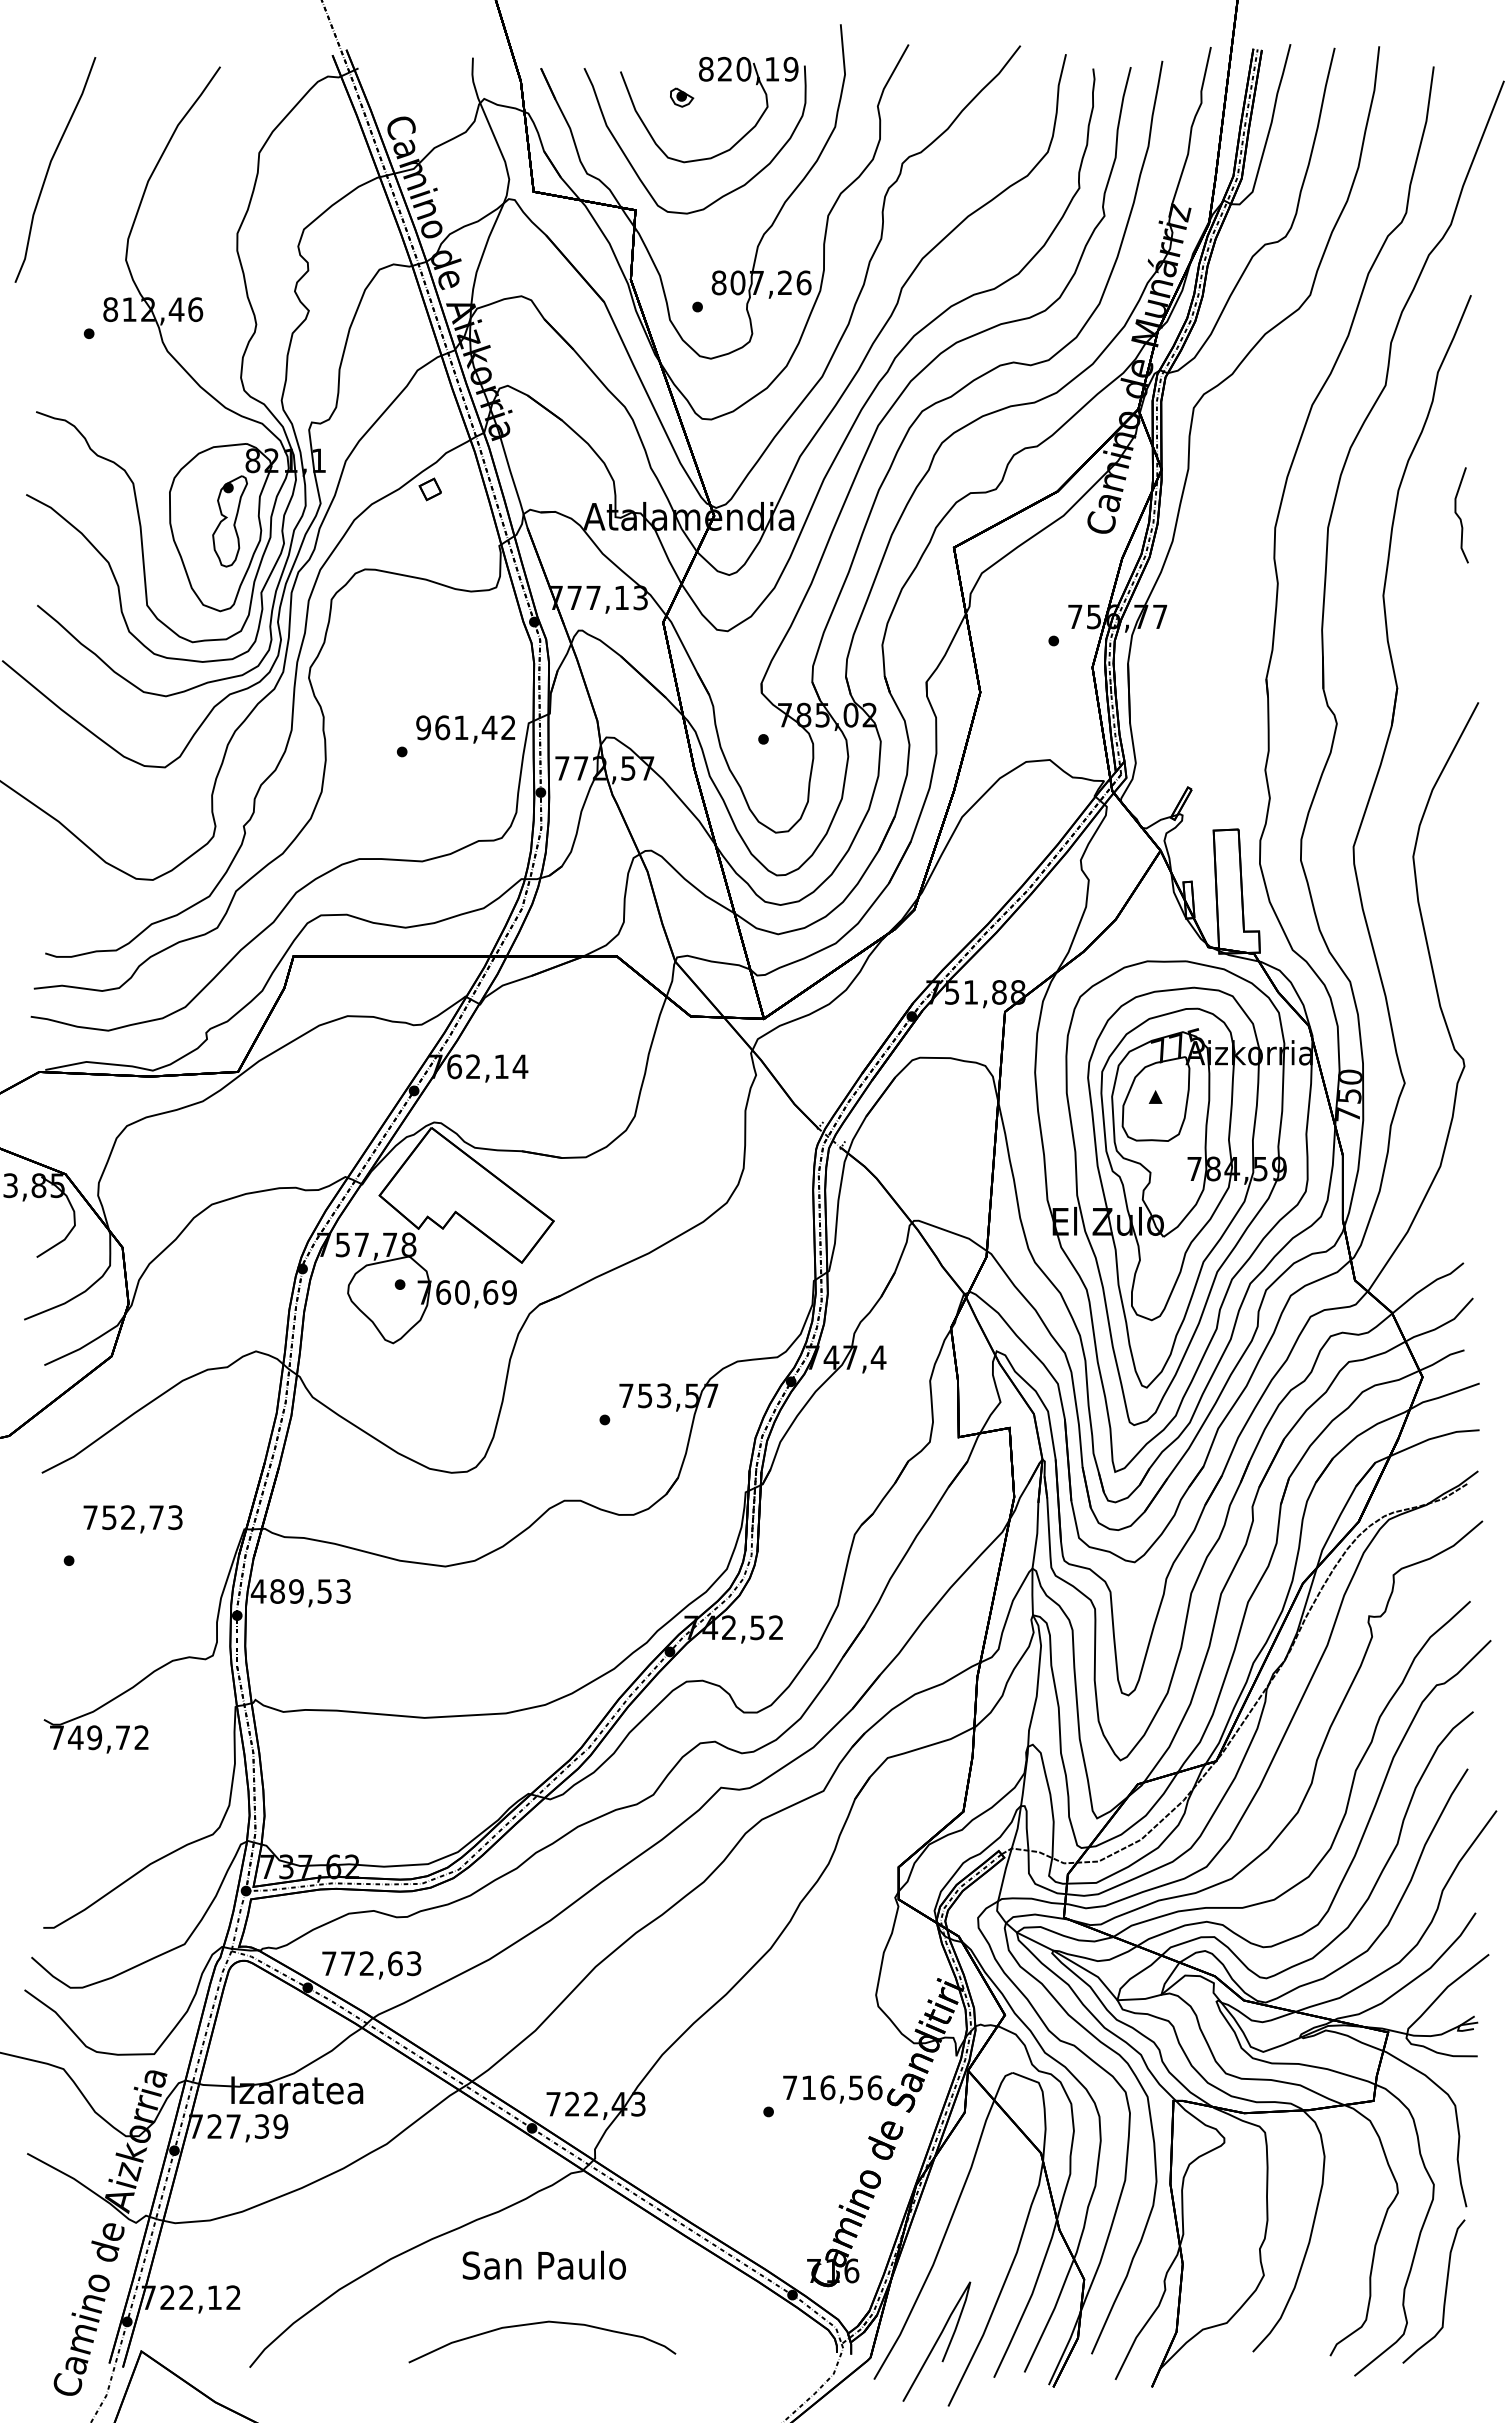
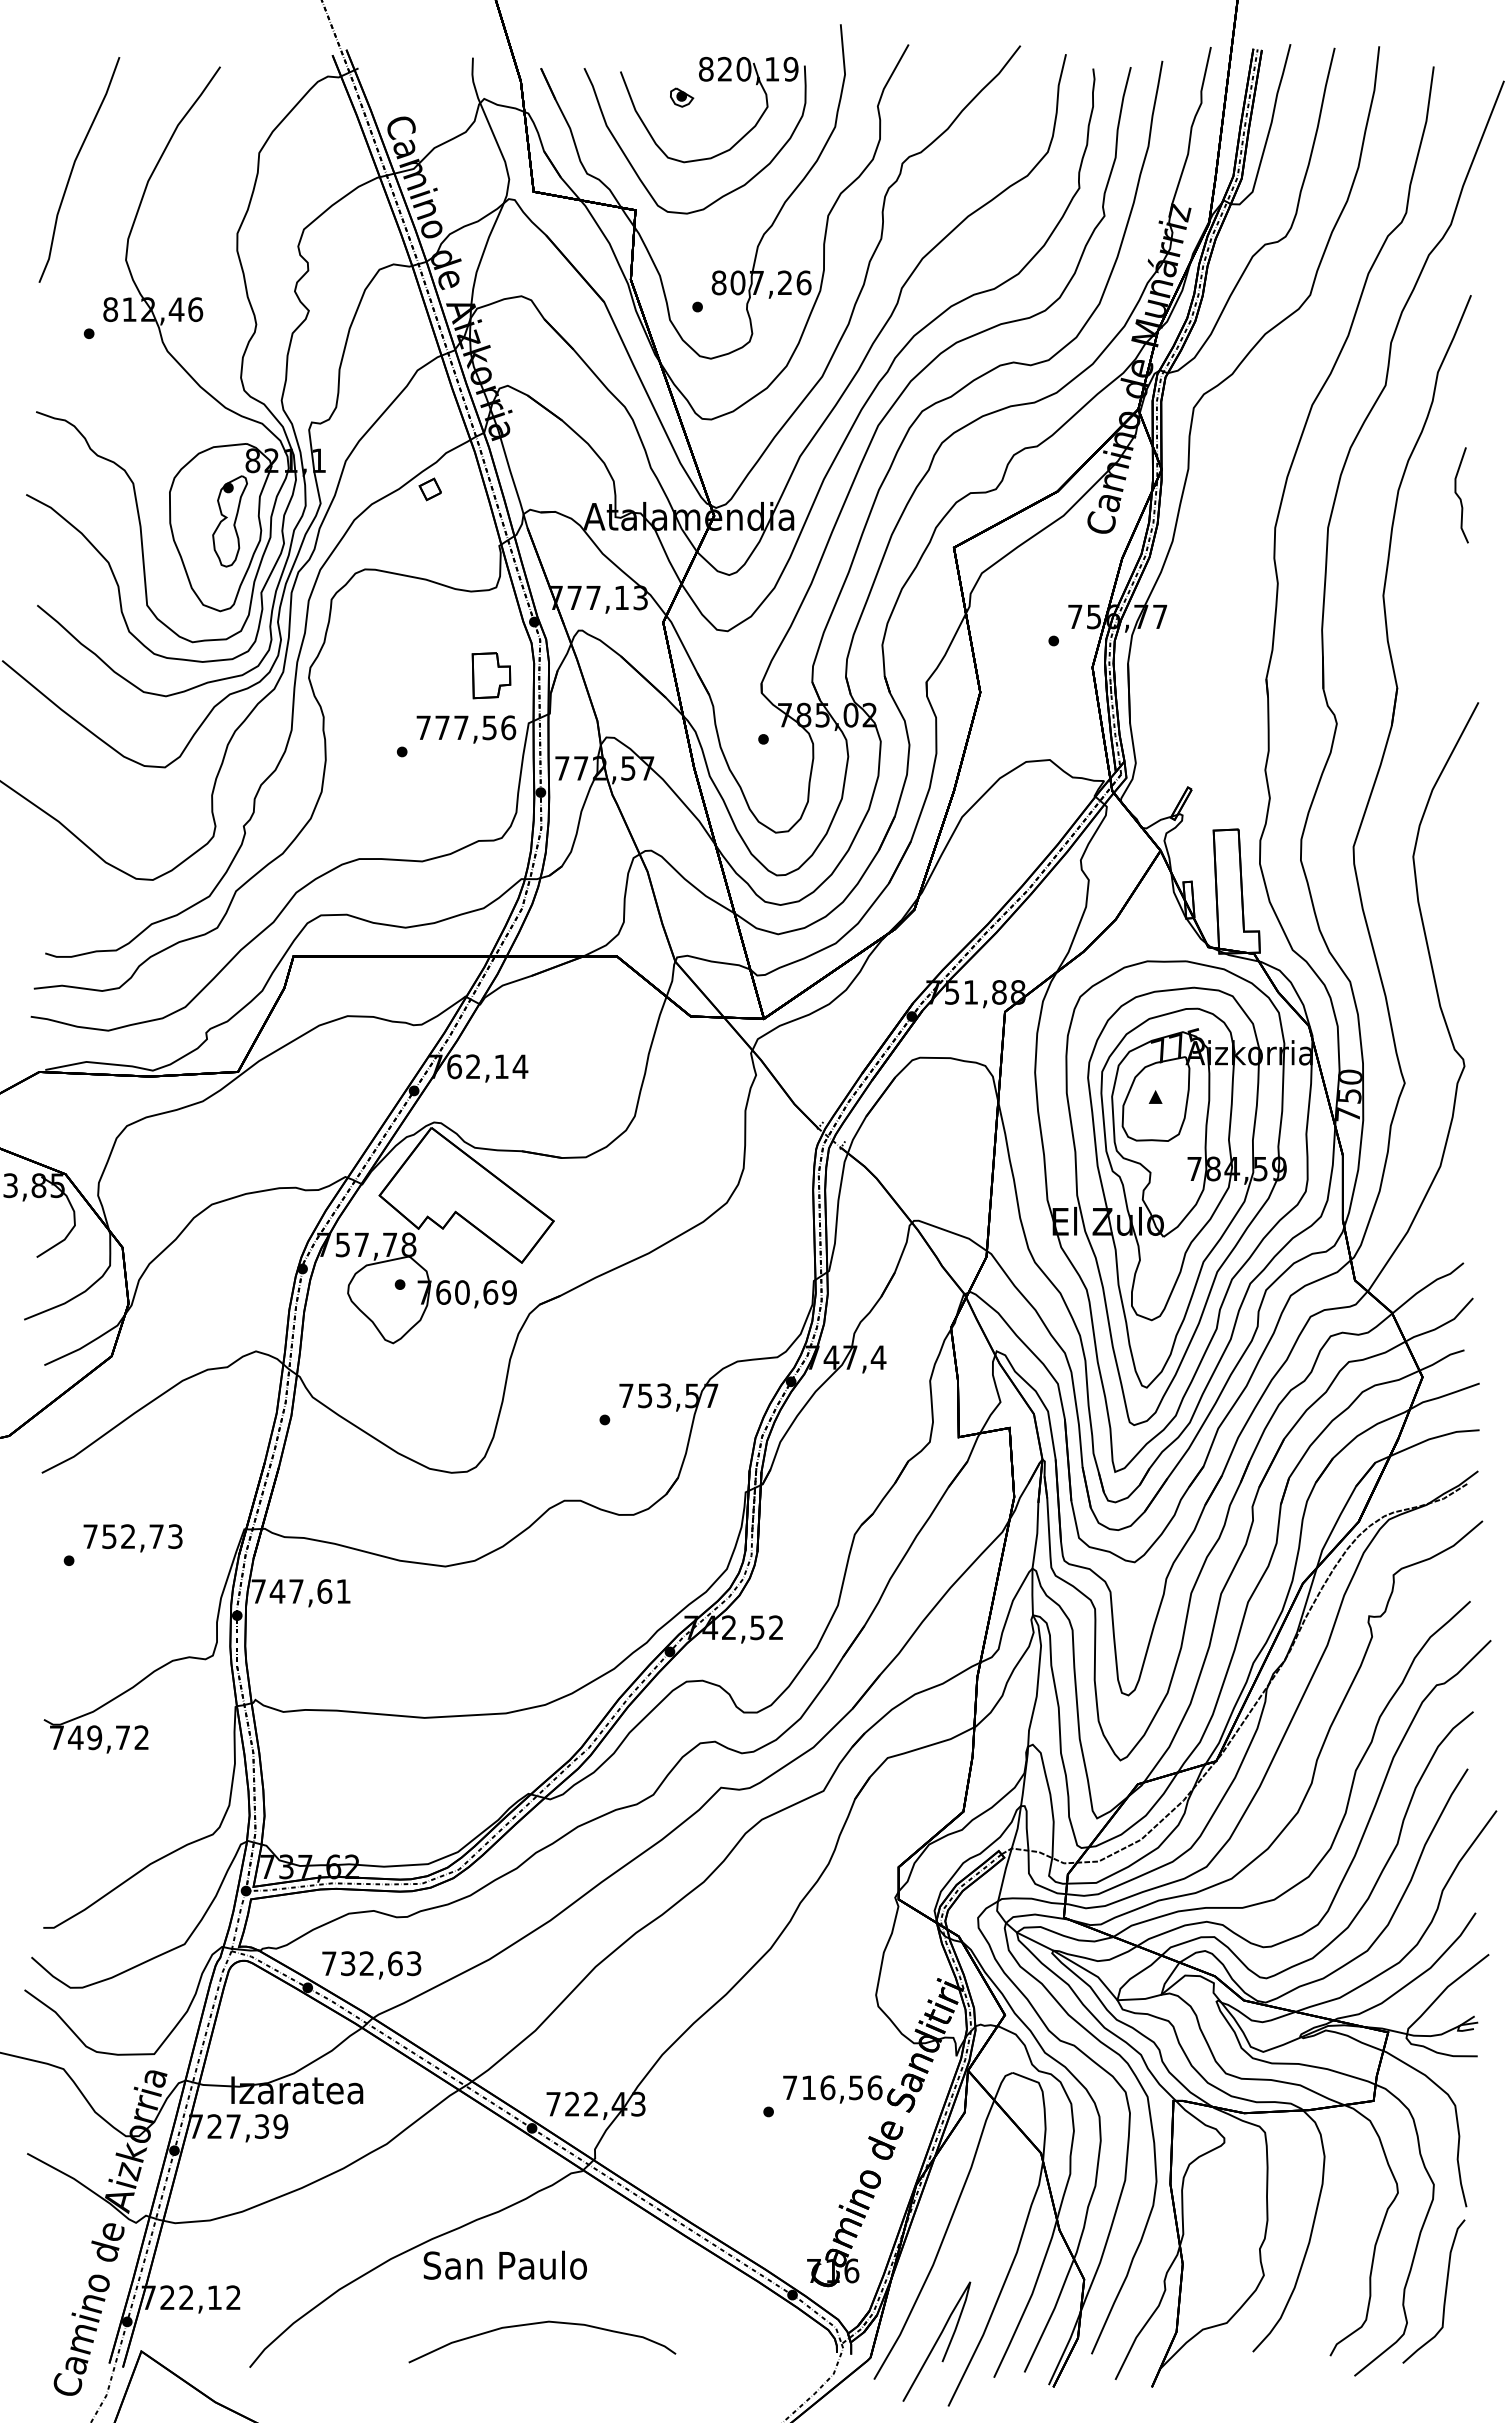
curve at (50, 166) position: (50, 166) -> (74, 166)
curve at (1459, 516) position: (1459, 516) -> (1459, 496)
part at (491, 675): none -> present
text at (466, 727): 961,42 -> 777,56
text at (132, 1519) position: (132, 1519) -> (132, 1538)
text at (300, 1591): 489,53 -> 747,61
text at (348, 1963): 772,63 -> 732,63
text at (543, 2264) position: (543, 2264) -> (504, 2264)
